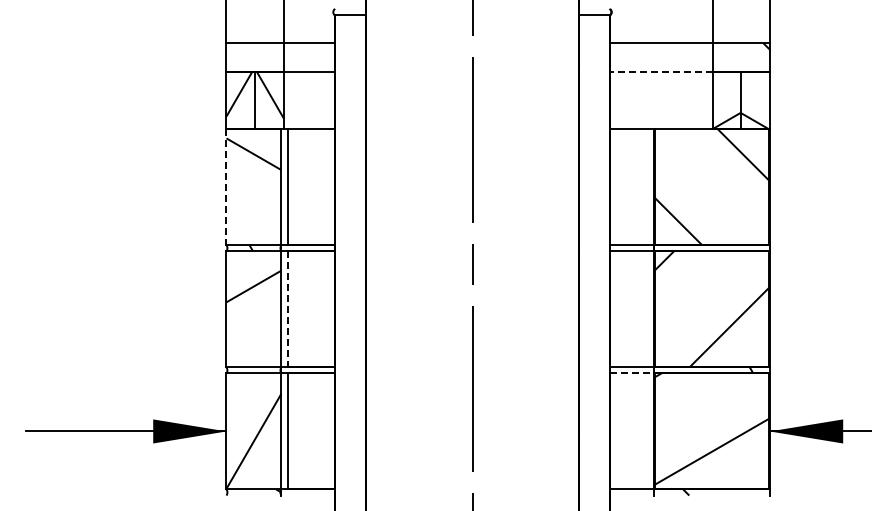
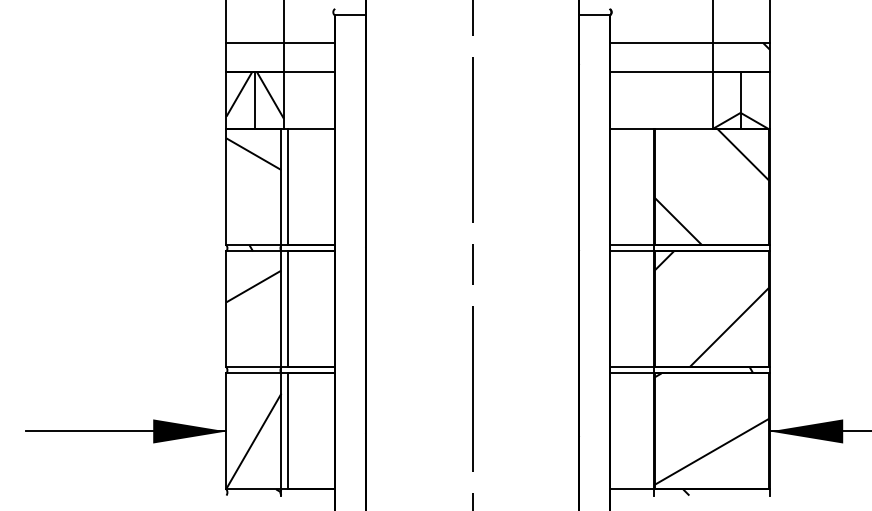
line at (660, 71): dashed -> solid
line at (226, 187): dashed -> solid
line at (287, 309): dashed -> solid
line at (631, 373): dashed -> solid
